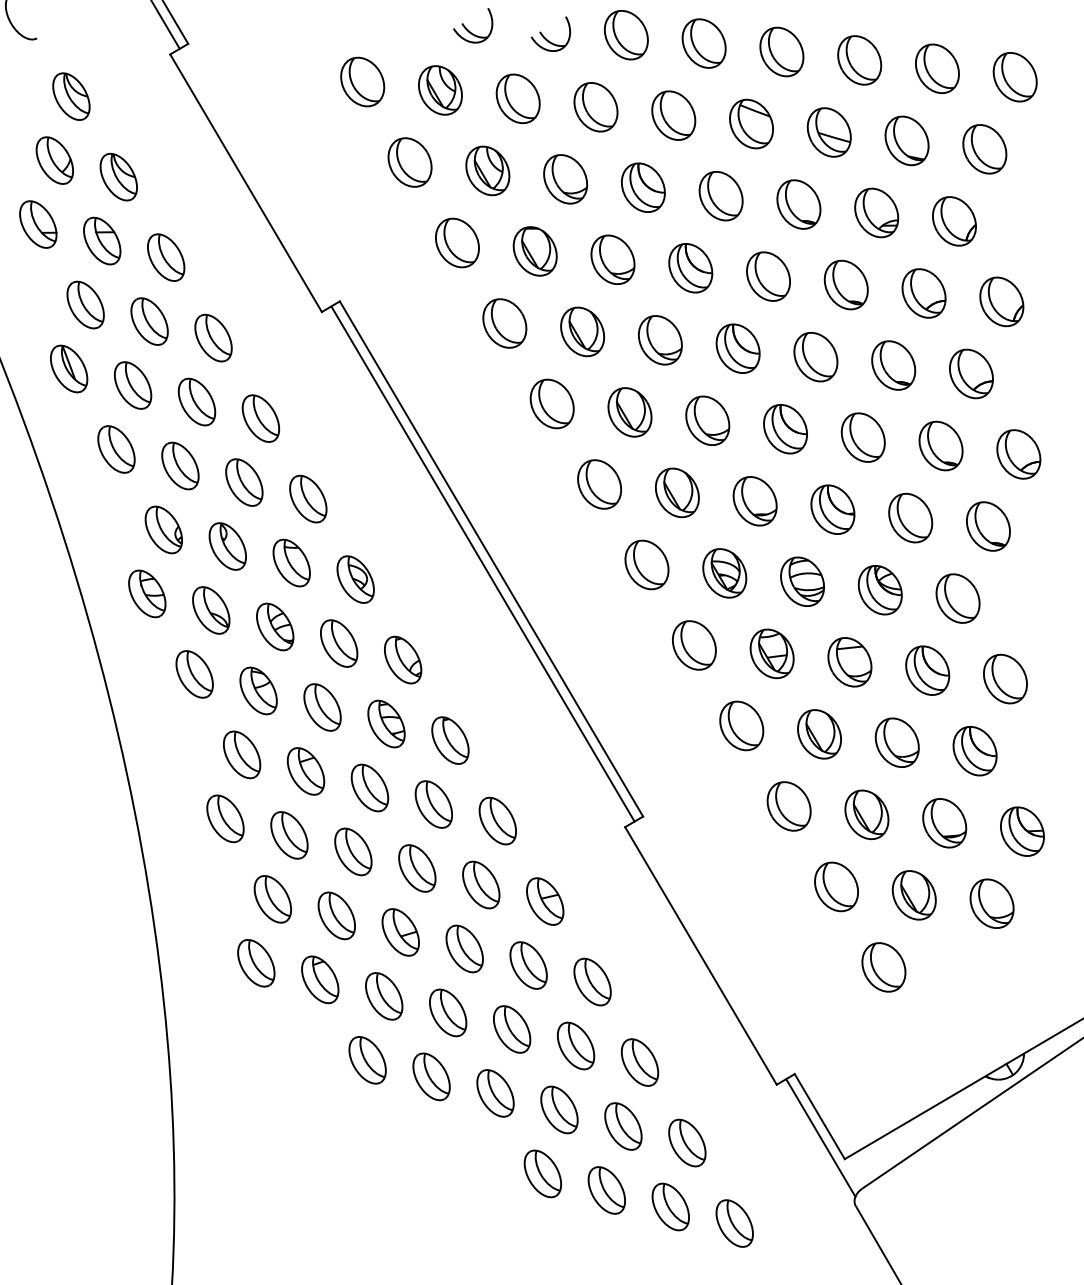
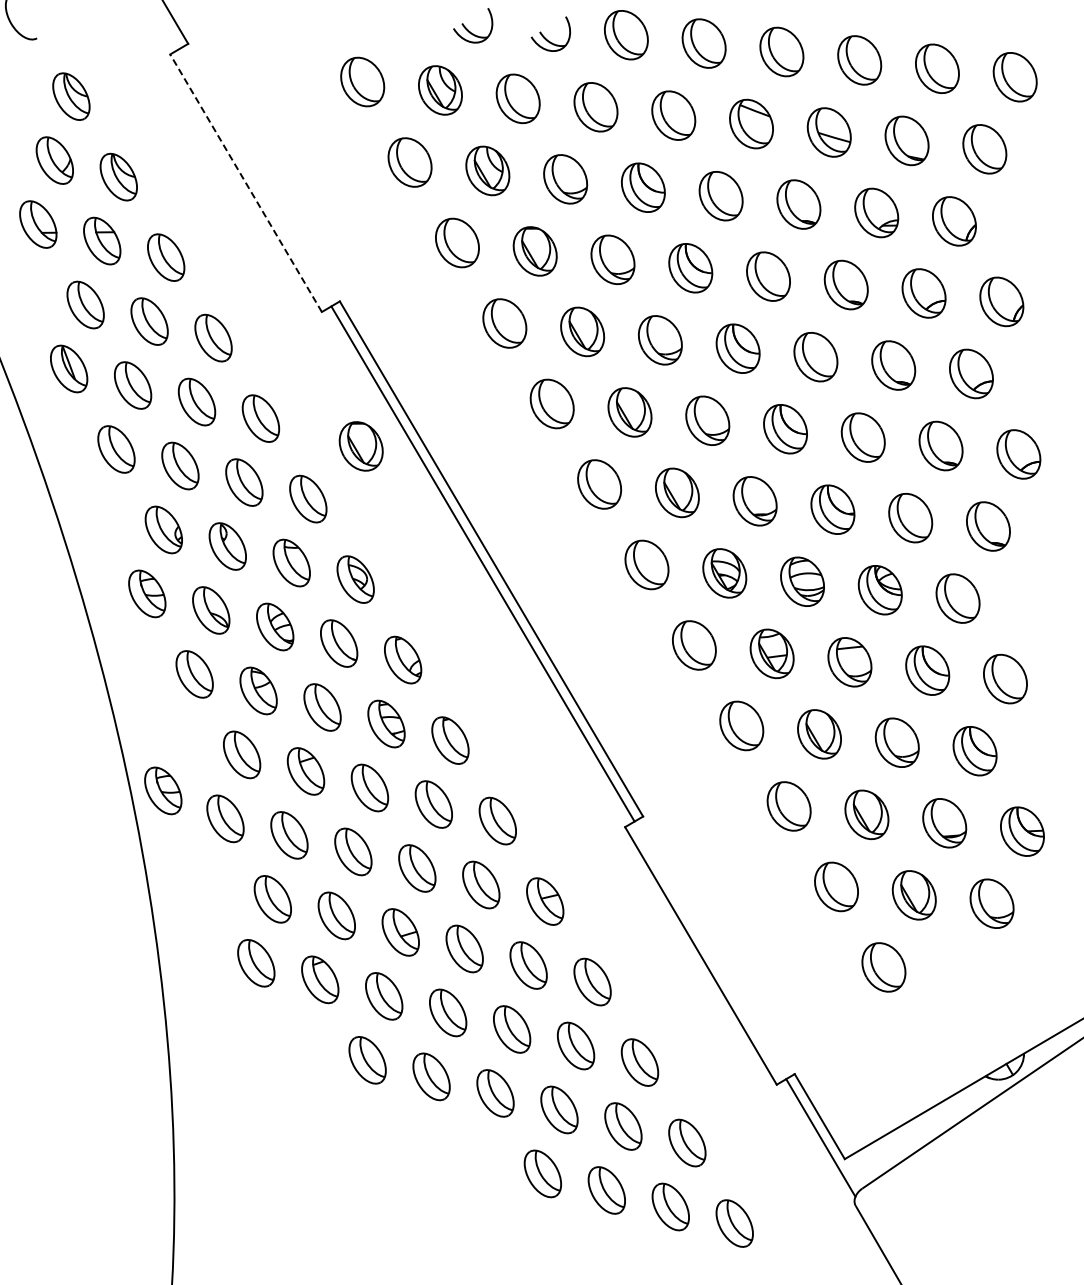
line at (165, 25): present -> none
line at (245, 182): solid -> dashed
part at (360, 446): none -> present
part at (163, 790): none -> present
